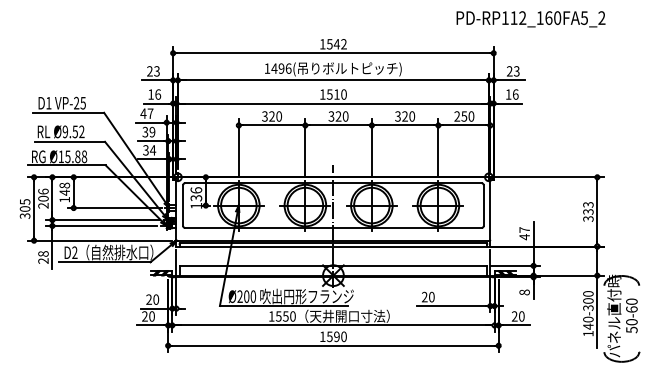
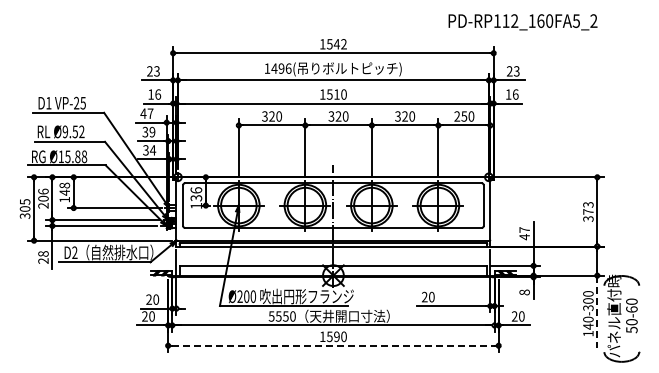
text at (530, 19) position: (530, 19) -> (522, 22)
text at (588, 211): 333 -> 373
line at (597, 312): solid -> dashed
text at (271, 316): 1550 -> 5550
line at (333, 345): solid -> dashed
